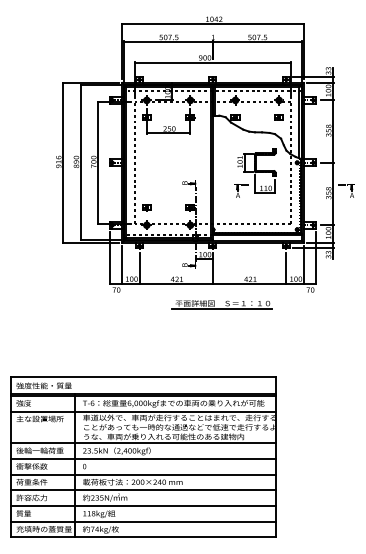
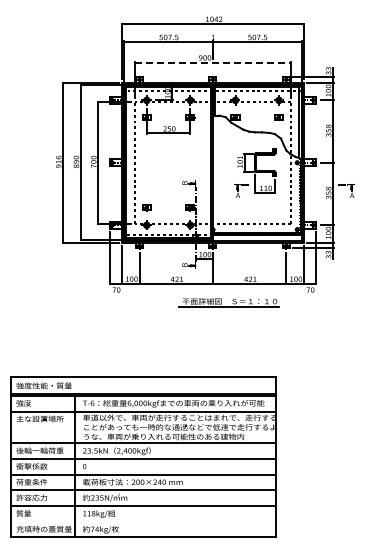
line at (213, 62): solid -> dashed
part at (221, 304) position: (221, 304) -> (228, 302)
line at (142, 521): present -> none
